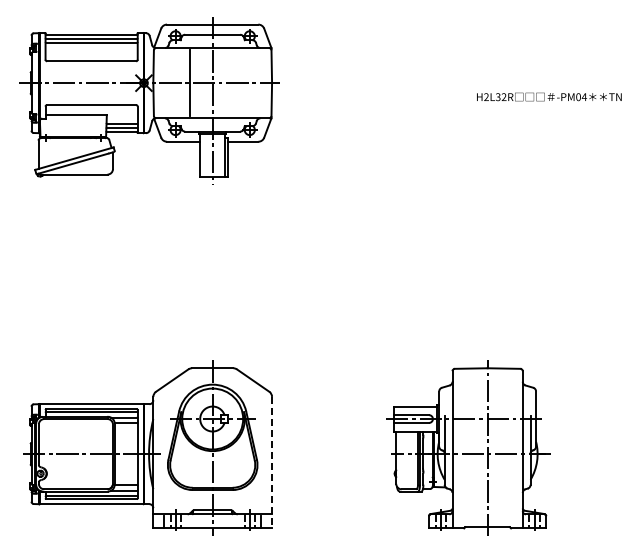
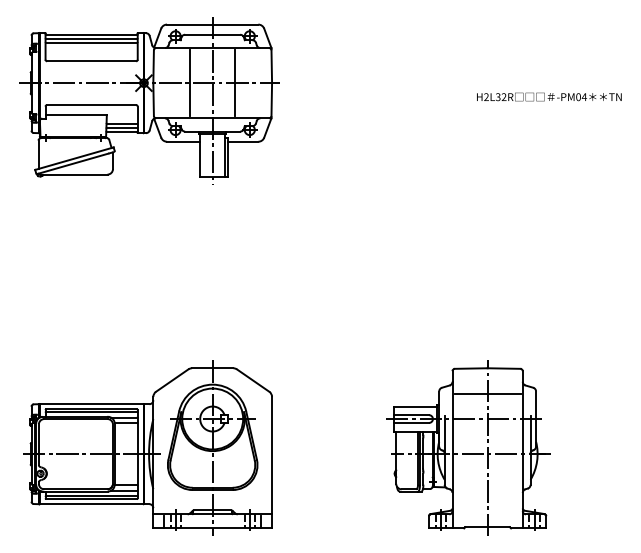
line at (235, 82): none -> present
line at (487, 393): none -> present
line at (272, 462): dashed -> solid
